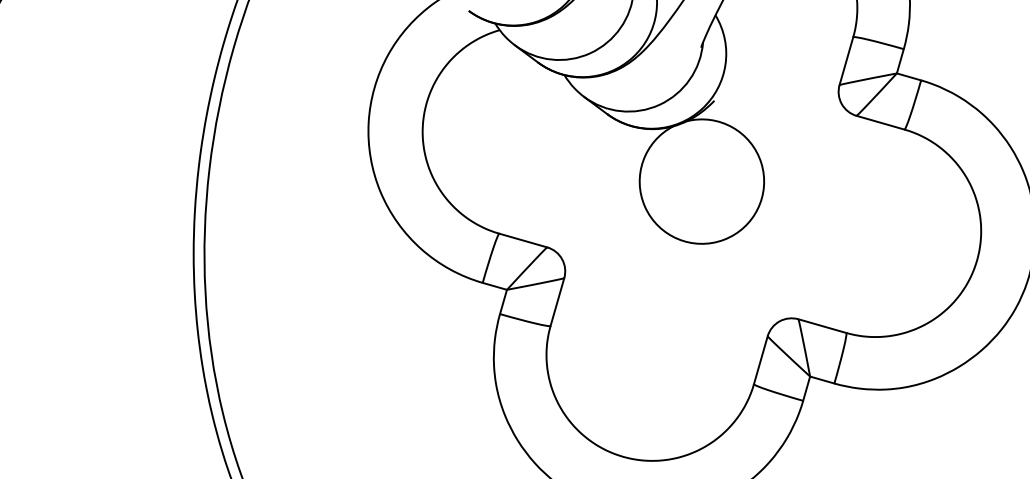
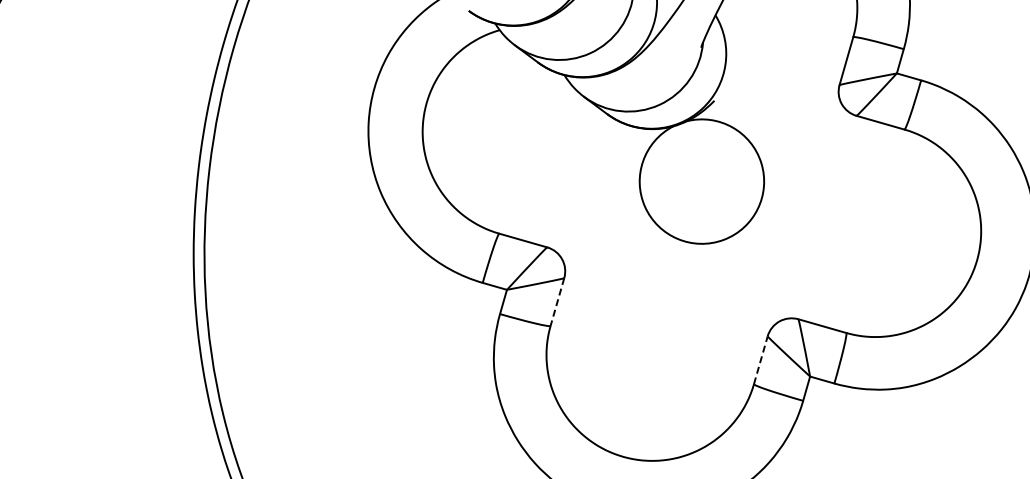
line at (557, 302): solid -> dashed
line at (760, 360): solid -> dashed
